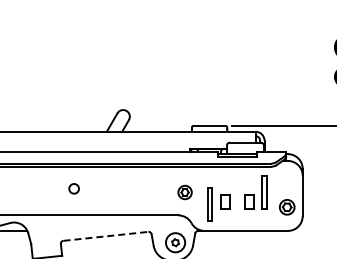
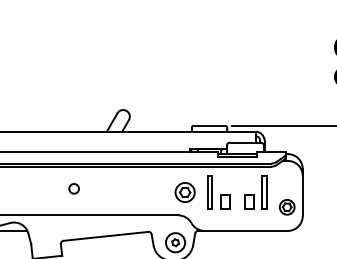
part at (184, 192) size: 16x17 px -> 22x21 px
part at (209, 204) position: (209, 204) -> (209, 192)
line at (105, 236): dashed -> solid
